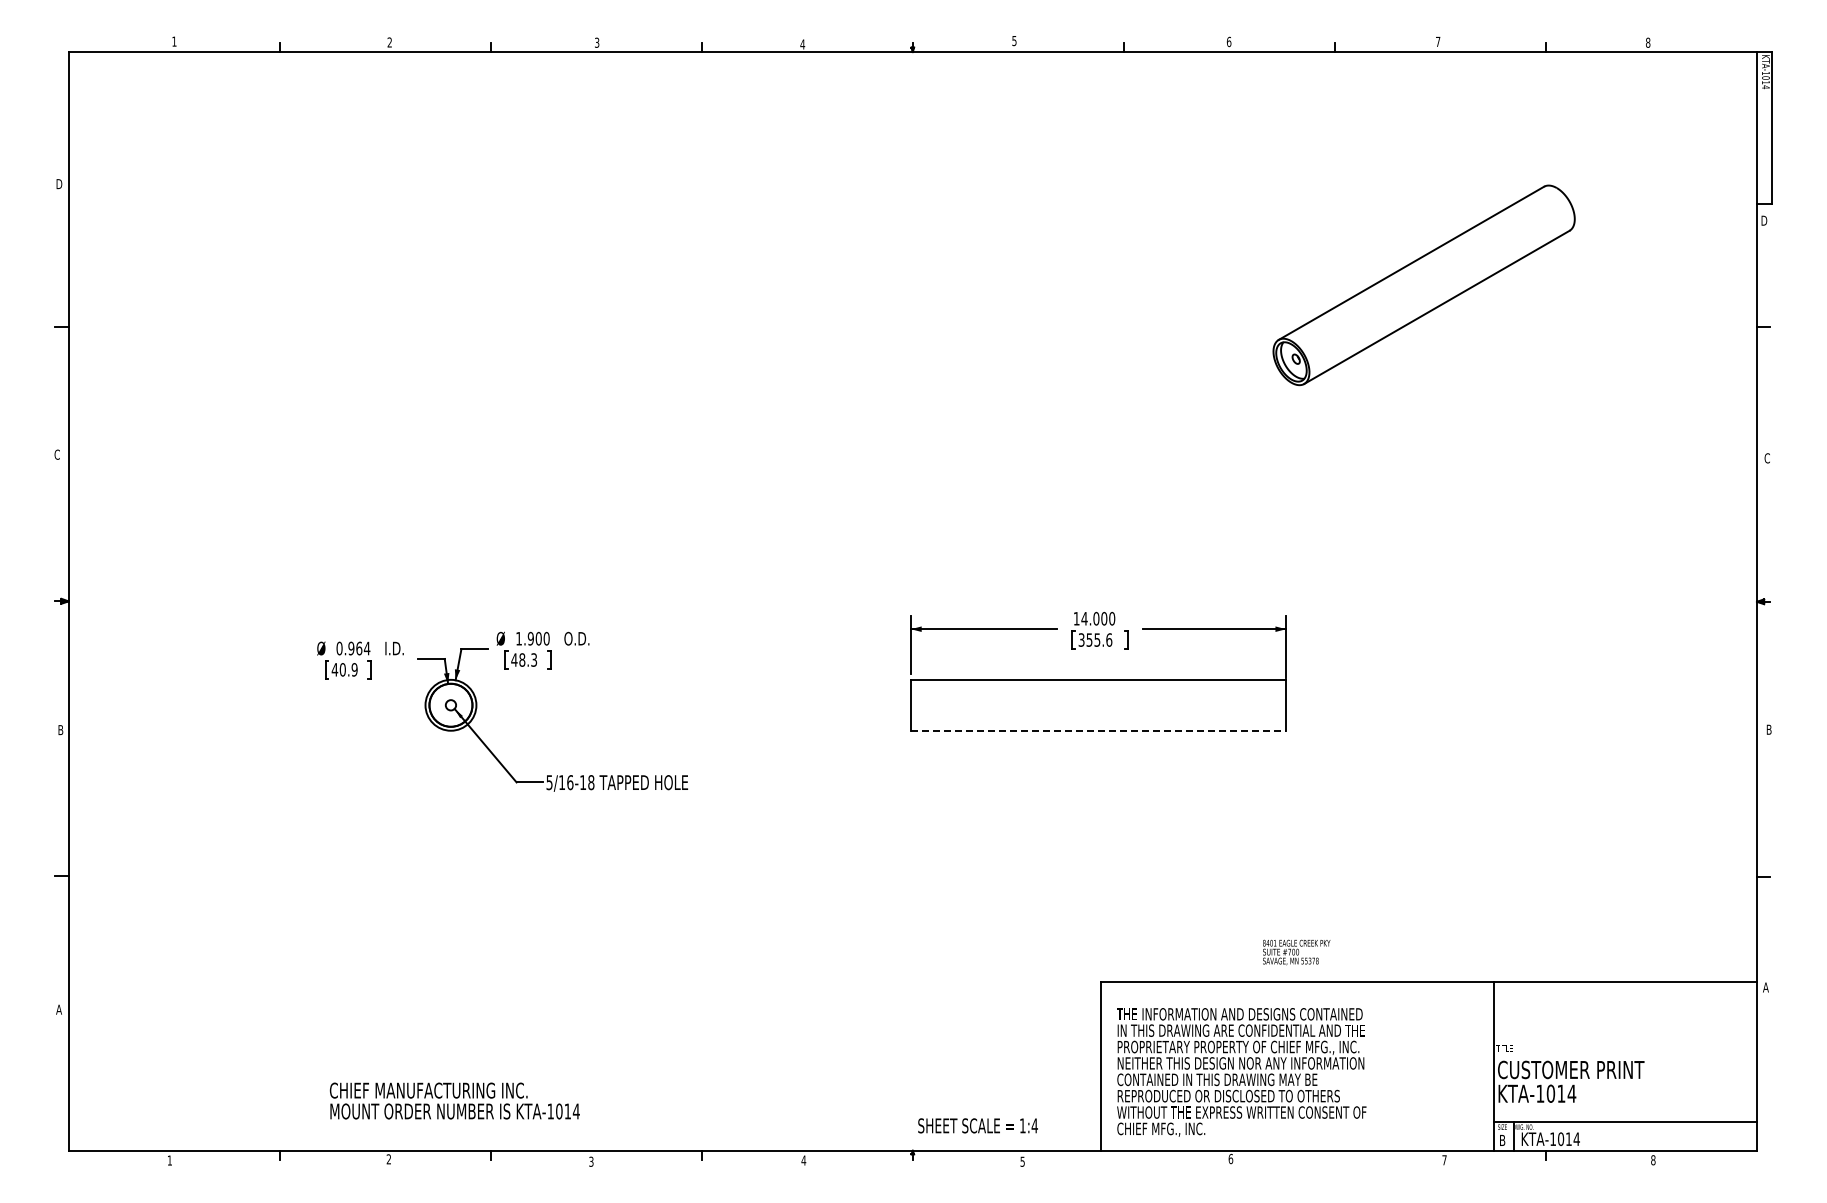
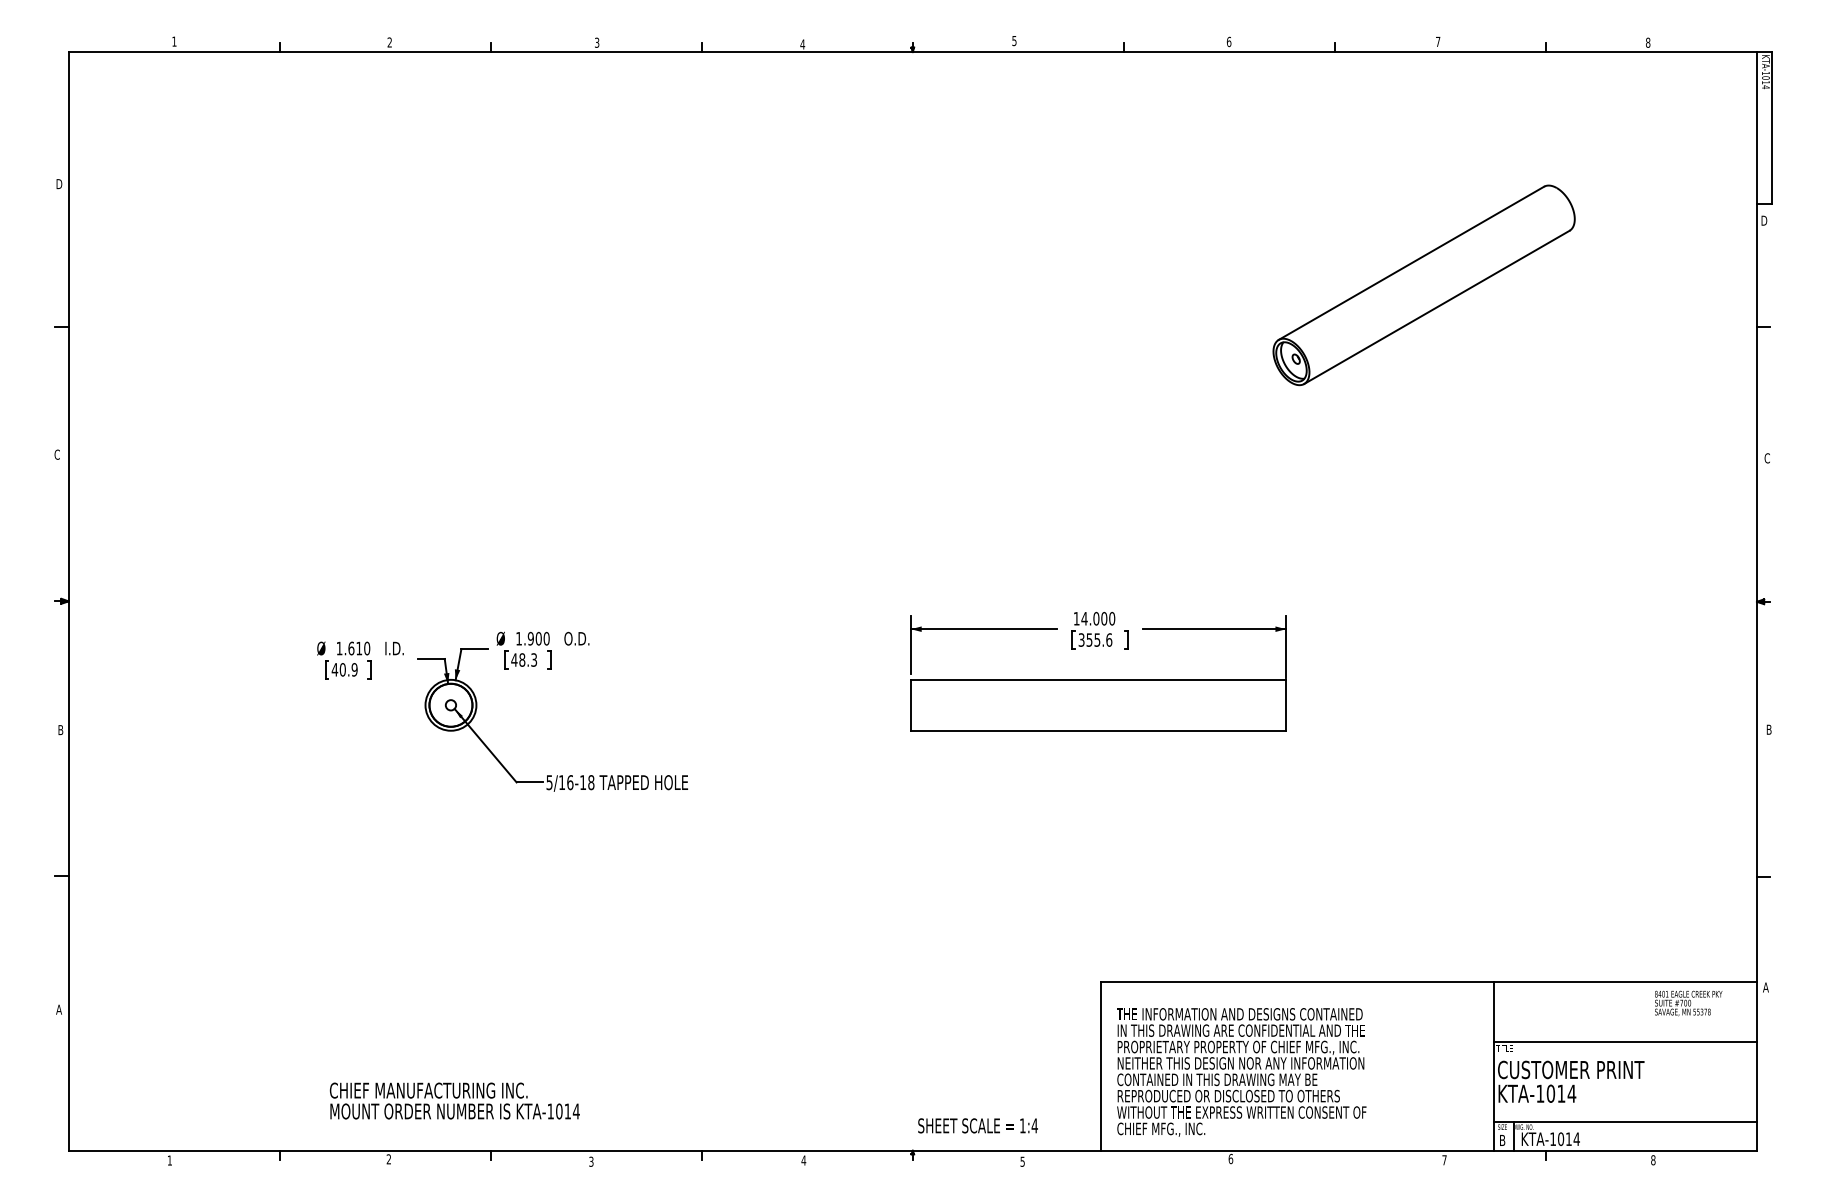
text at (353, 648): 0.964 -> 1.610
line at (1098, 730): dashed -> solid
text at (1296, 952) position: (1296, 952) -> (1688, 1003)
line at (1625, 1041): none -> present
